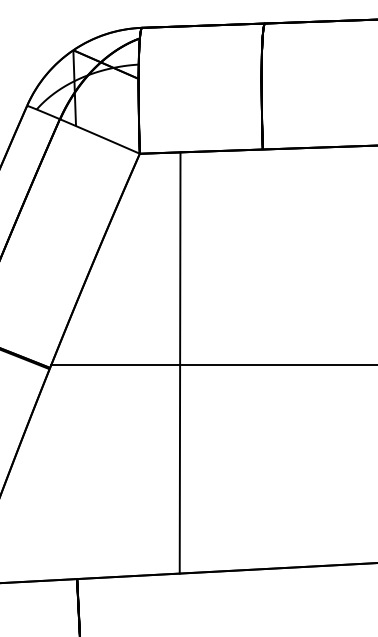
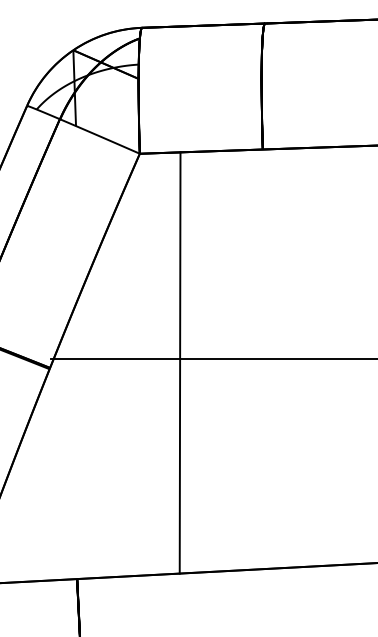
line at (212, 365) position: (212, 365) -> (212, 359)
